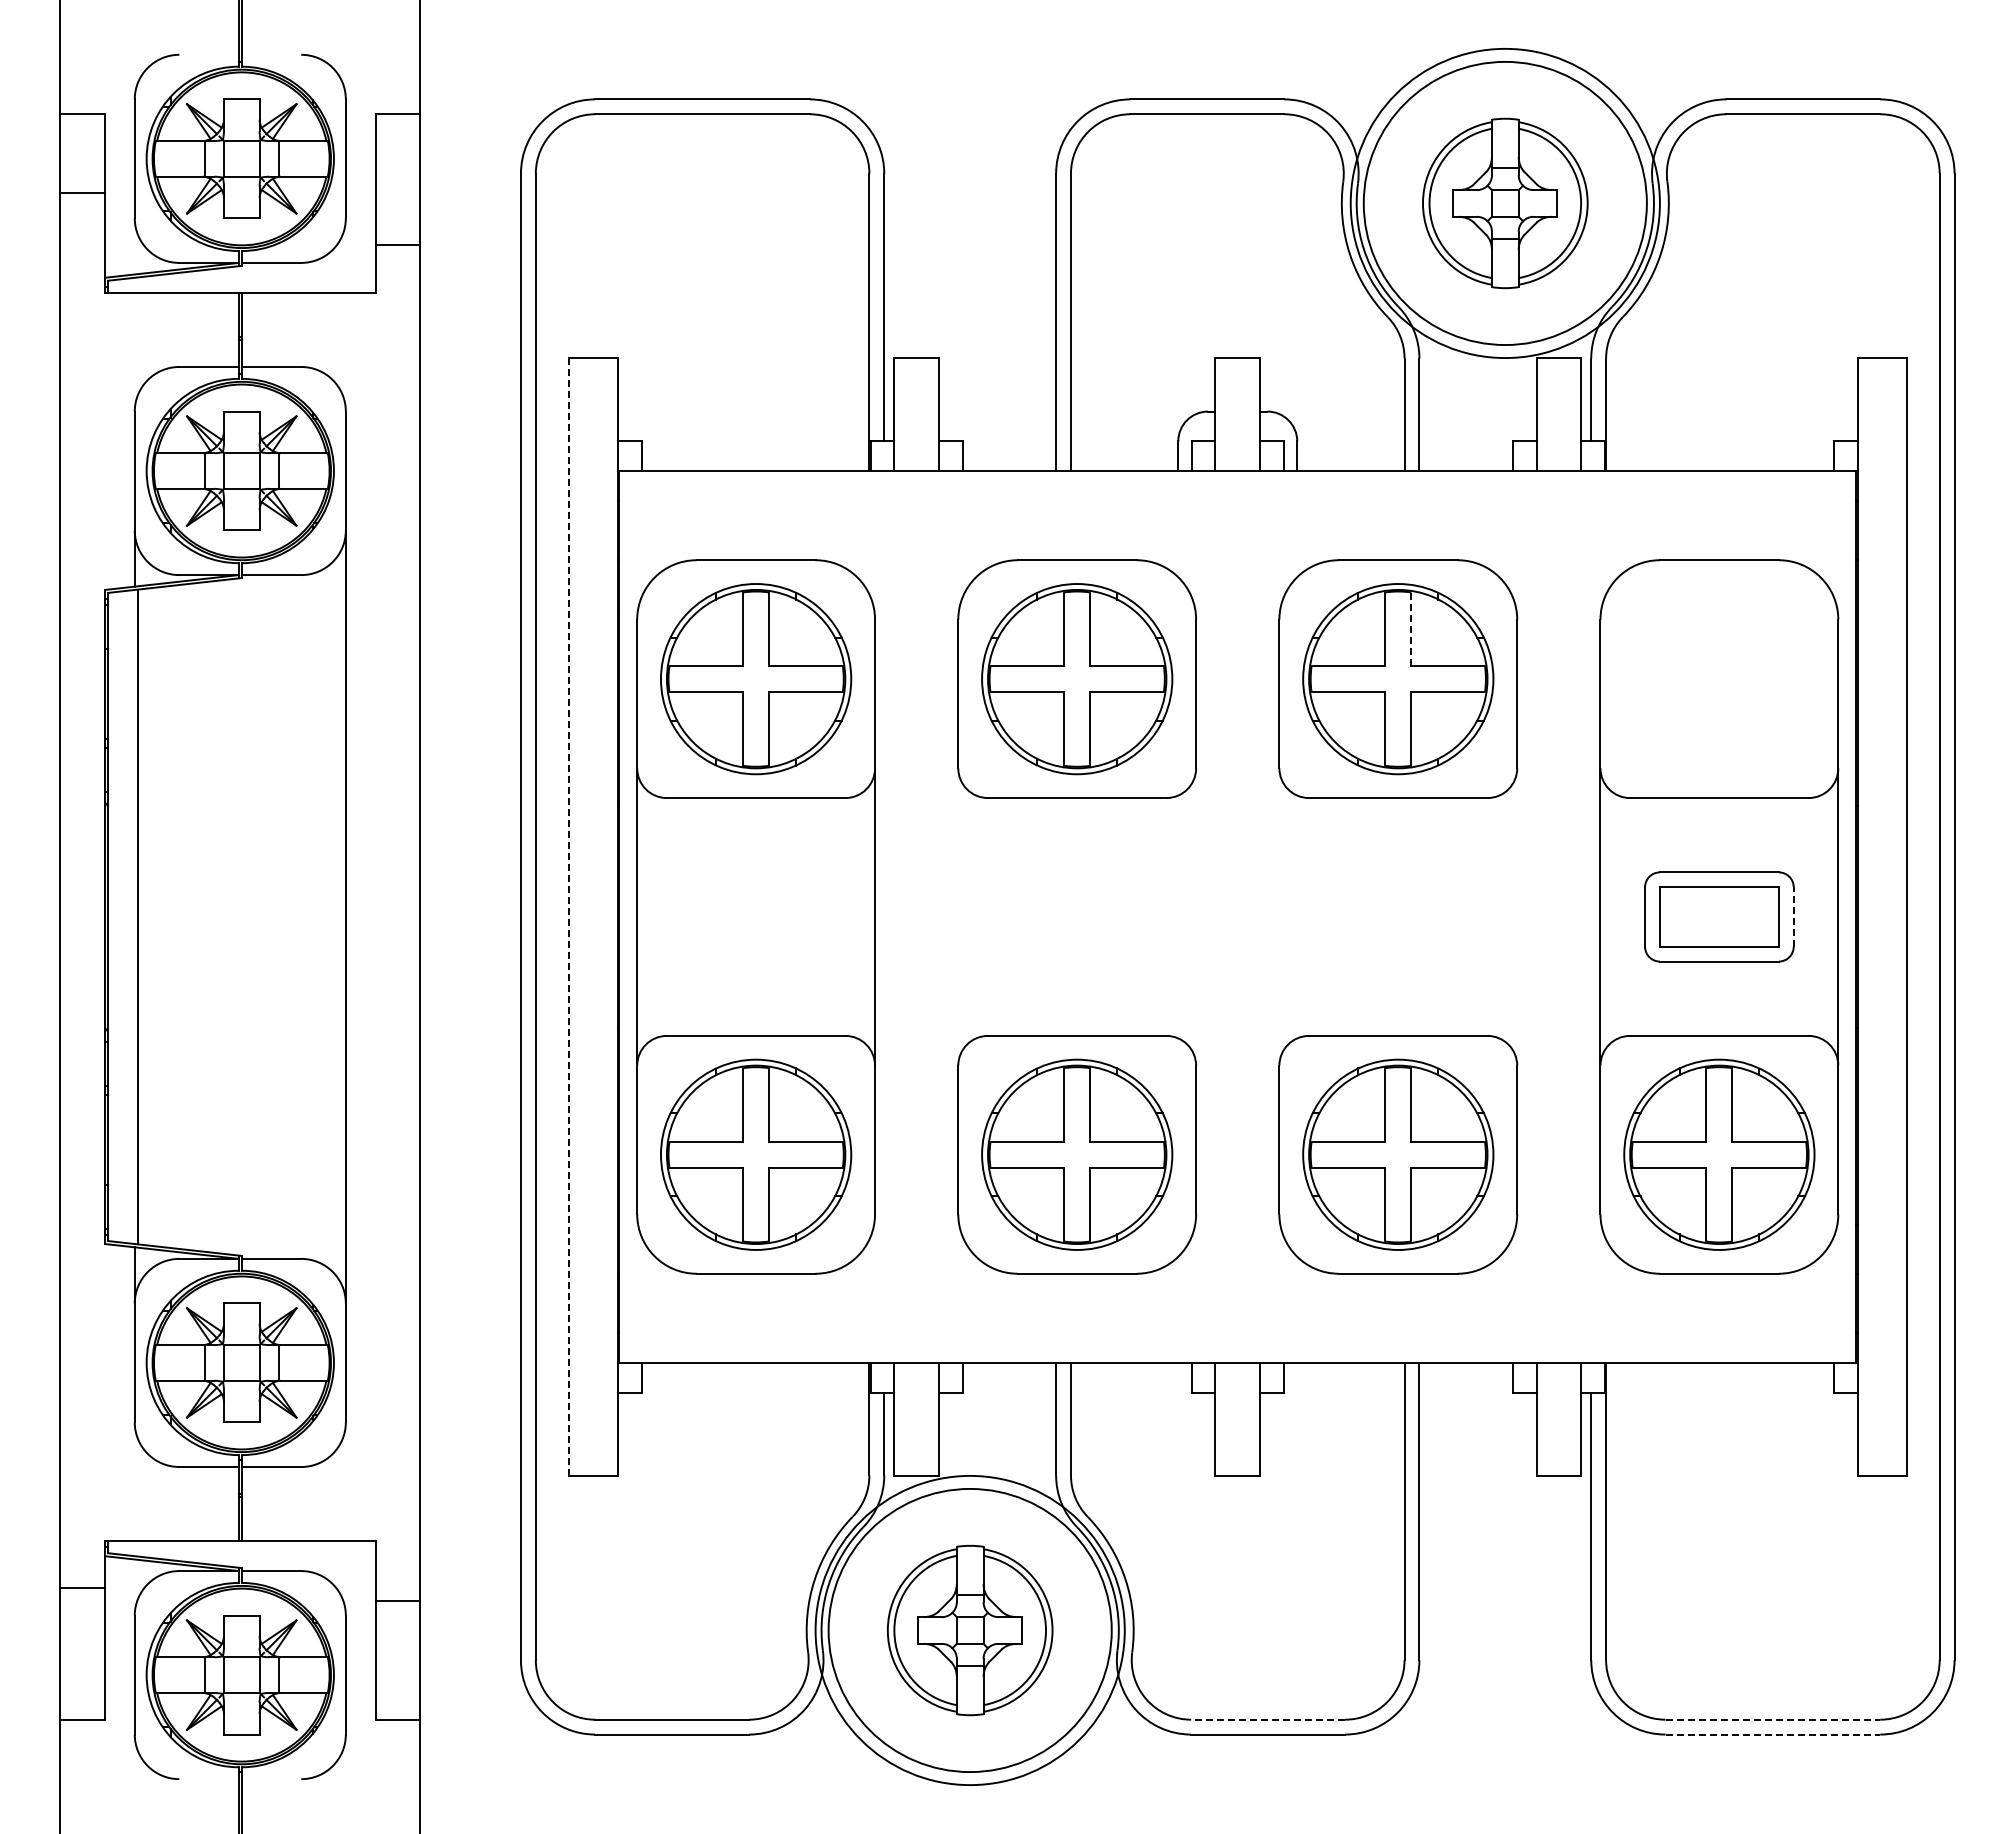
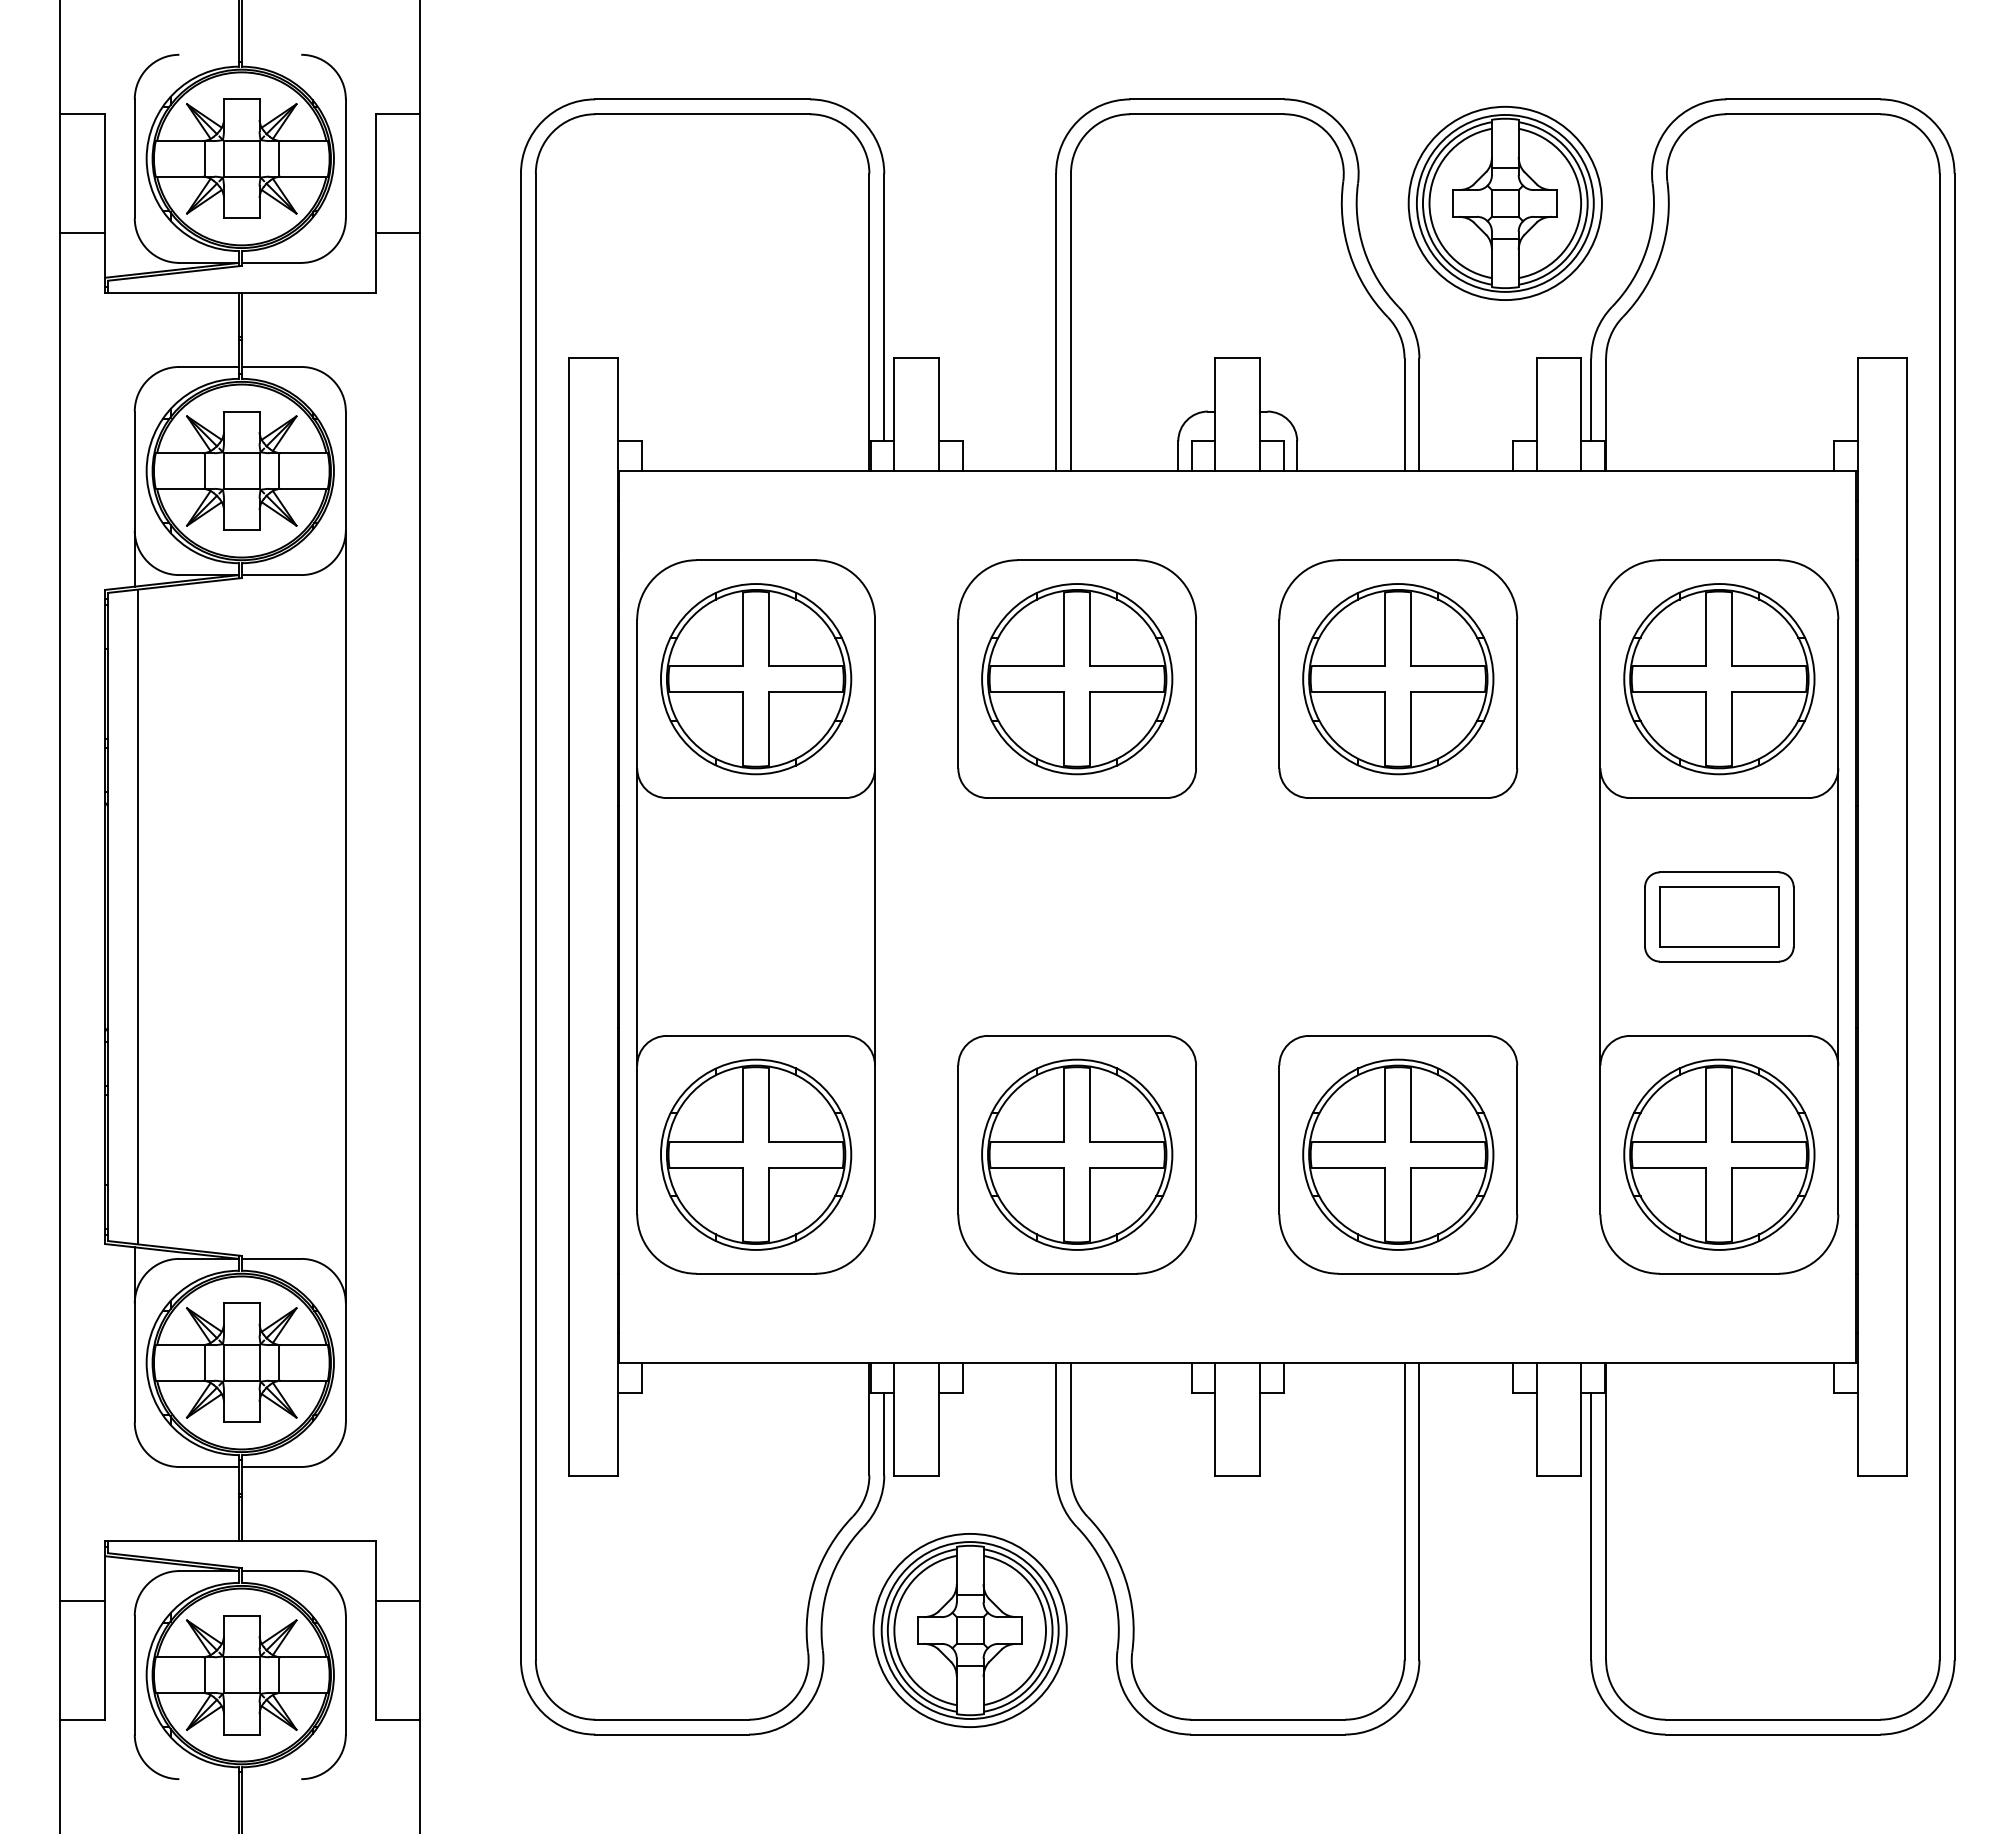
line at (82, 193) position: (82, 193) -> (82, 233)
circle at (1504, 203) diameter: 283 px -> 177 px
circle at (1504, 203) diameter: 309 px -> 193 px
line at (397, 245) position: (397, 245) -> (397, 233)
line at (1411, 629): dashed -> solid
part at (1719, 679): none -> present
line at (568, 916): dashed -> solid
line at (1793, 916): dashed -> solid
line at (82, 1587) position: (82, 1587) -> (82, 1600)
circle at (969, 1630) diameter: 283 px -> 177 px
circle at (969, 1630) diameter: 309 px -> 193 px
line at (1268, 1719): dashed -> solid
line at (1773, 1719): dashed -> solid
line at (1773, 1734): dashed -> solid
